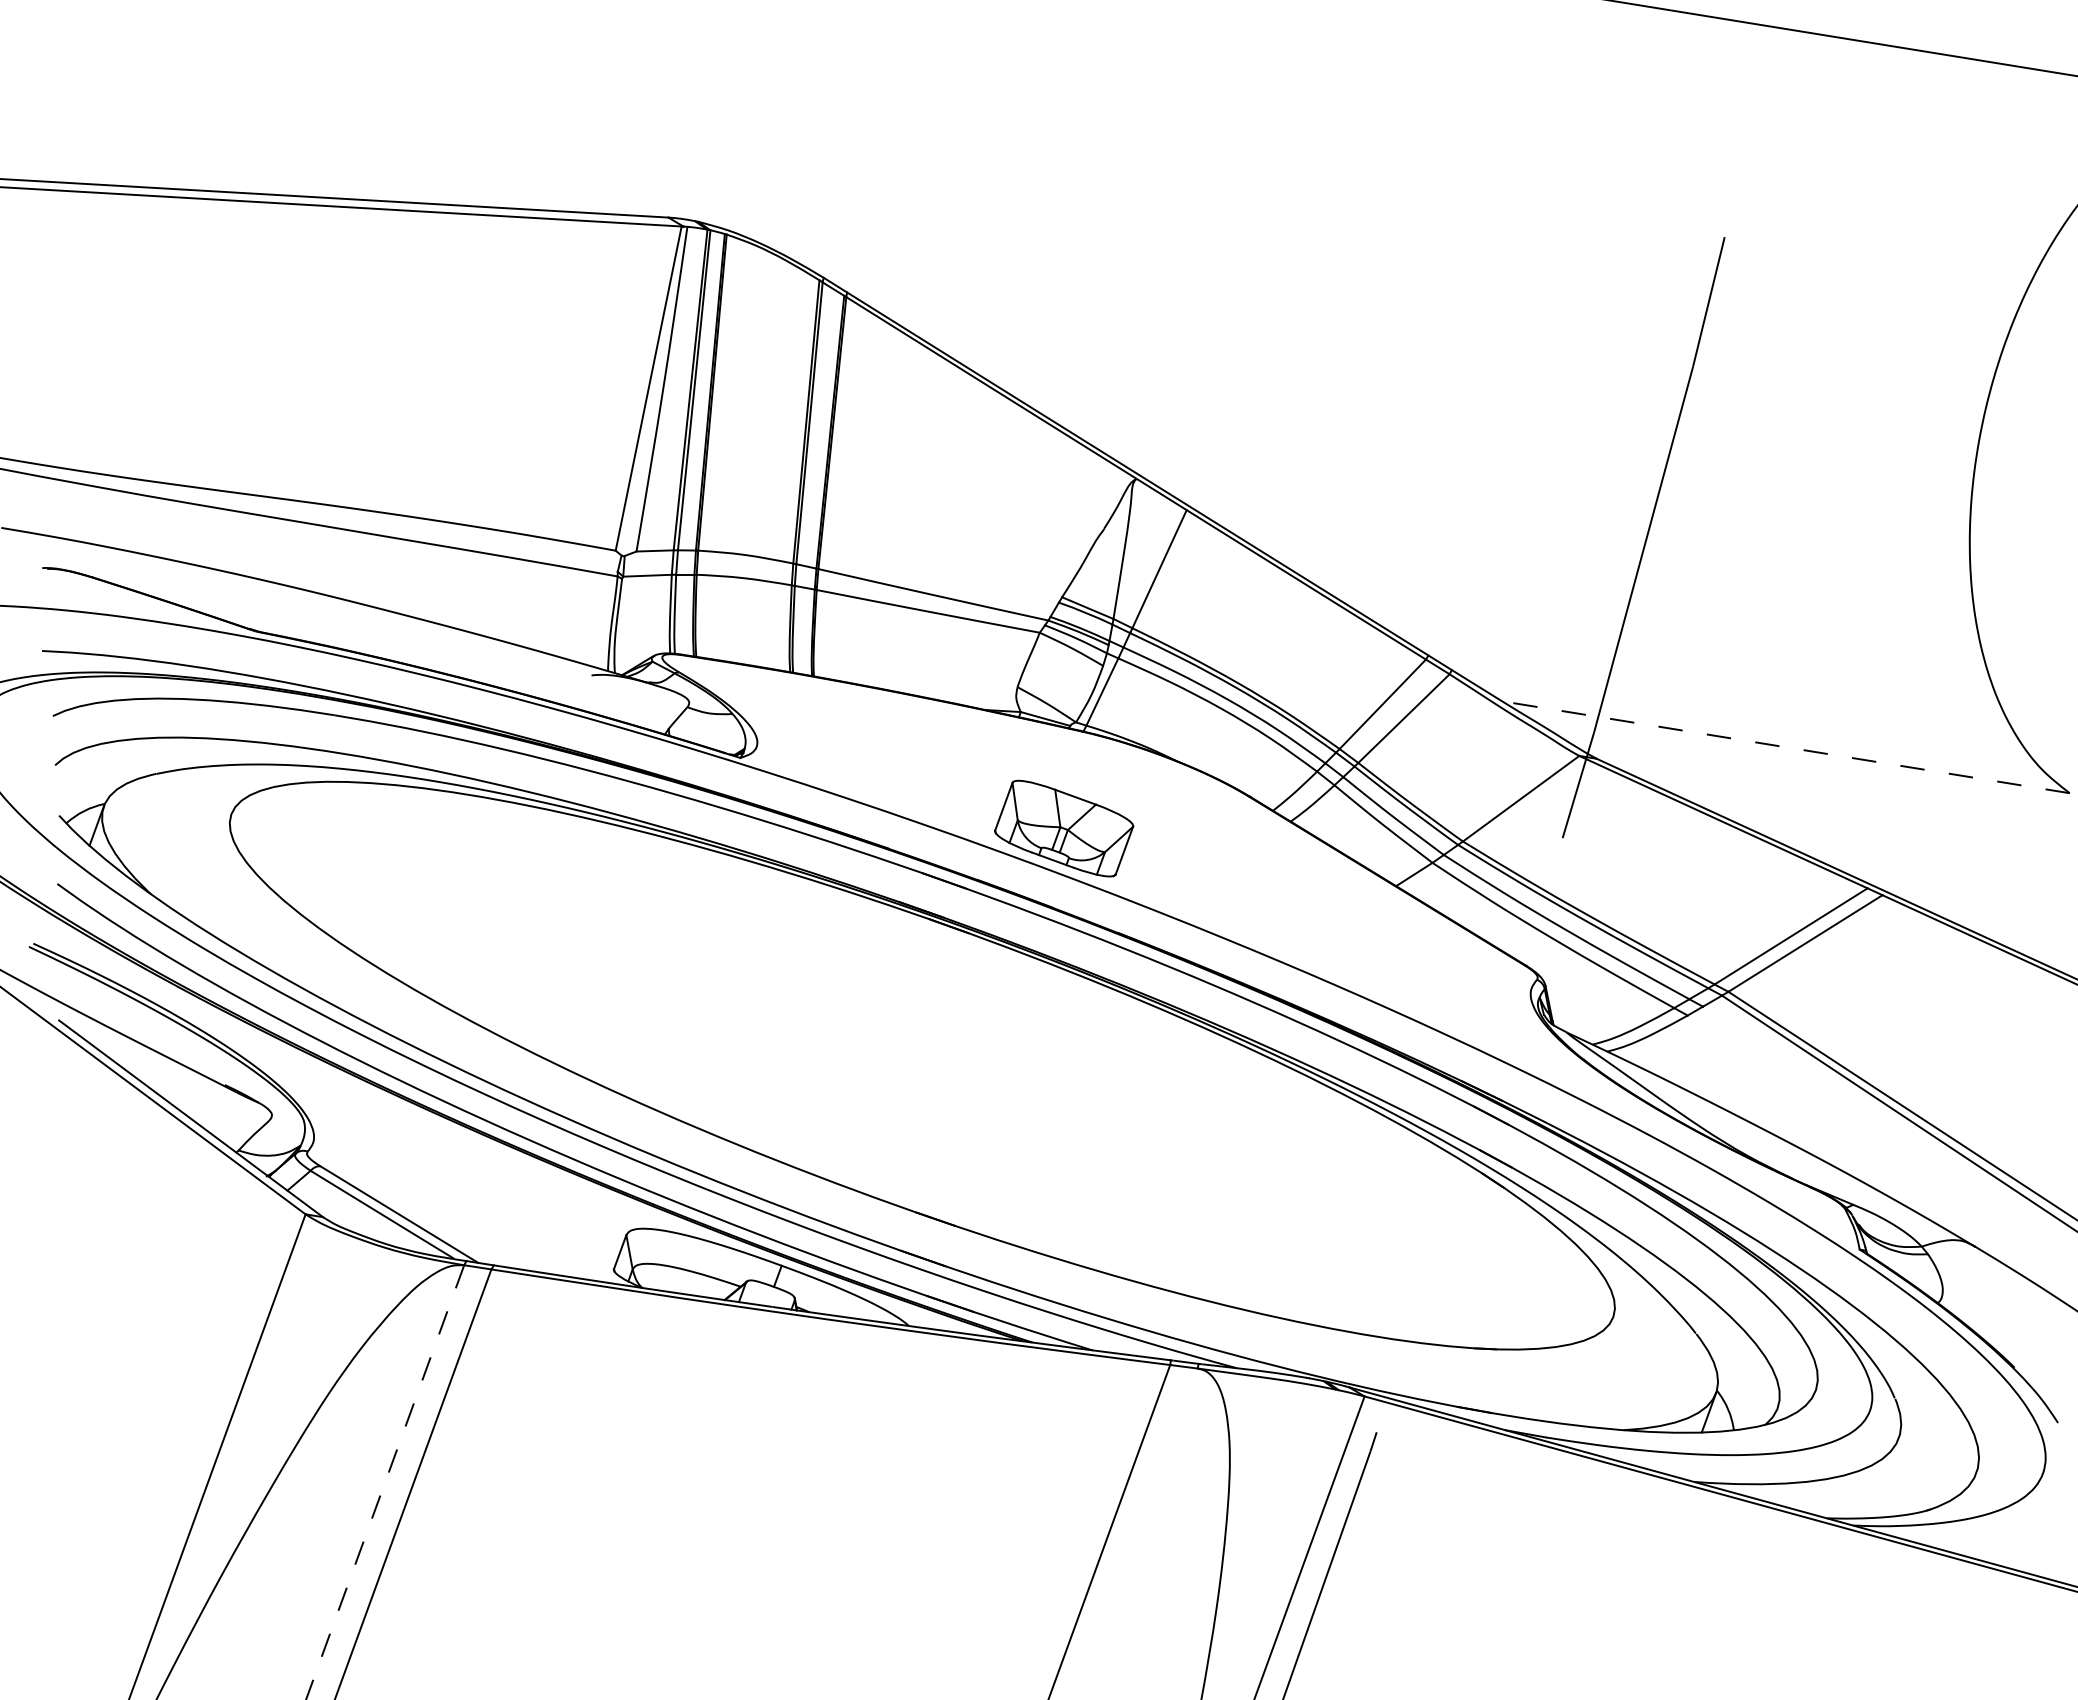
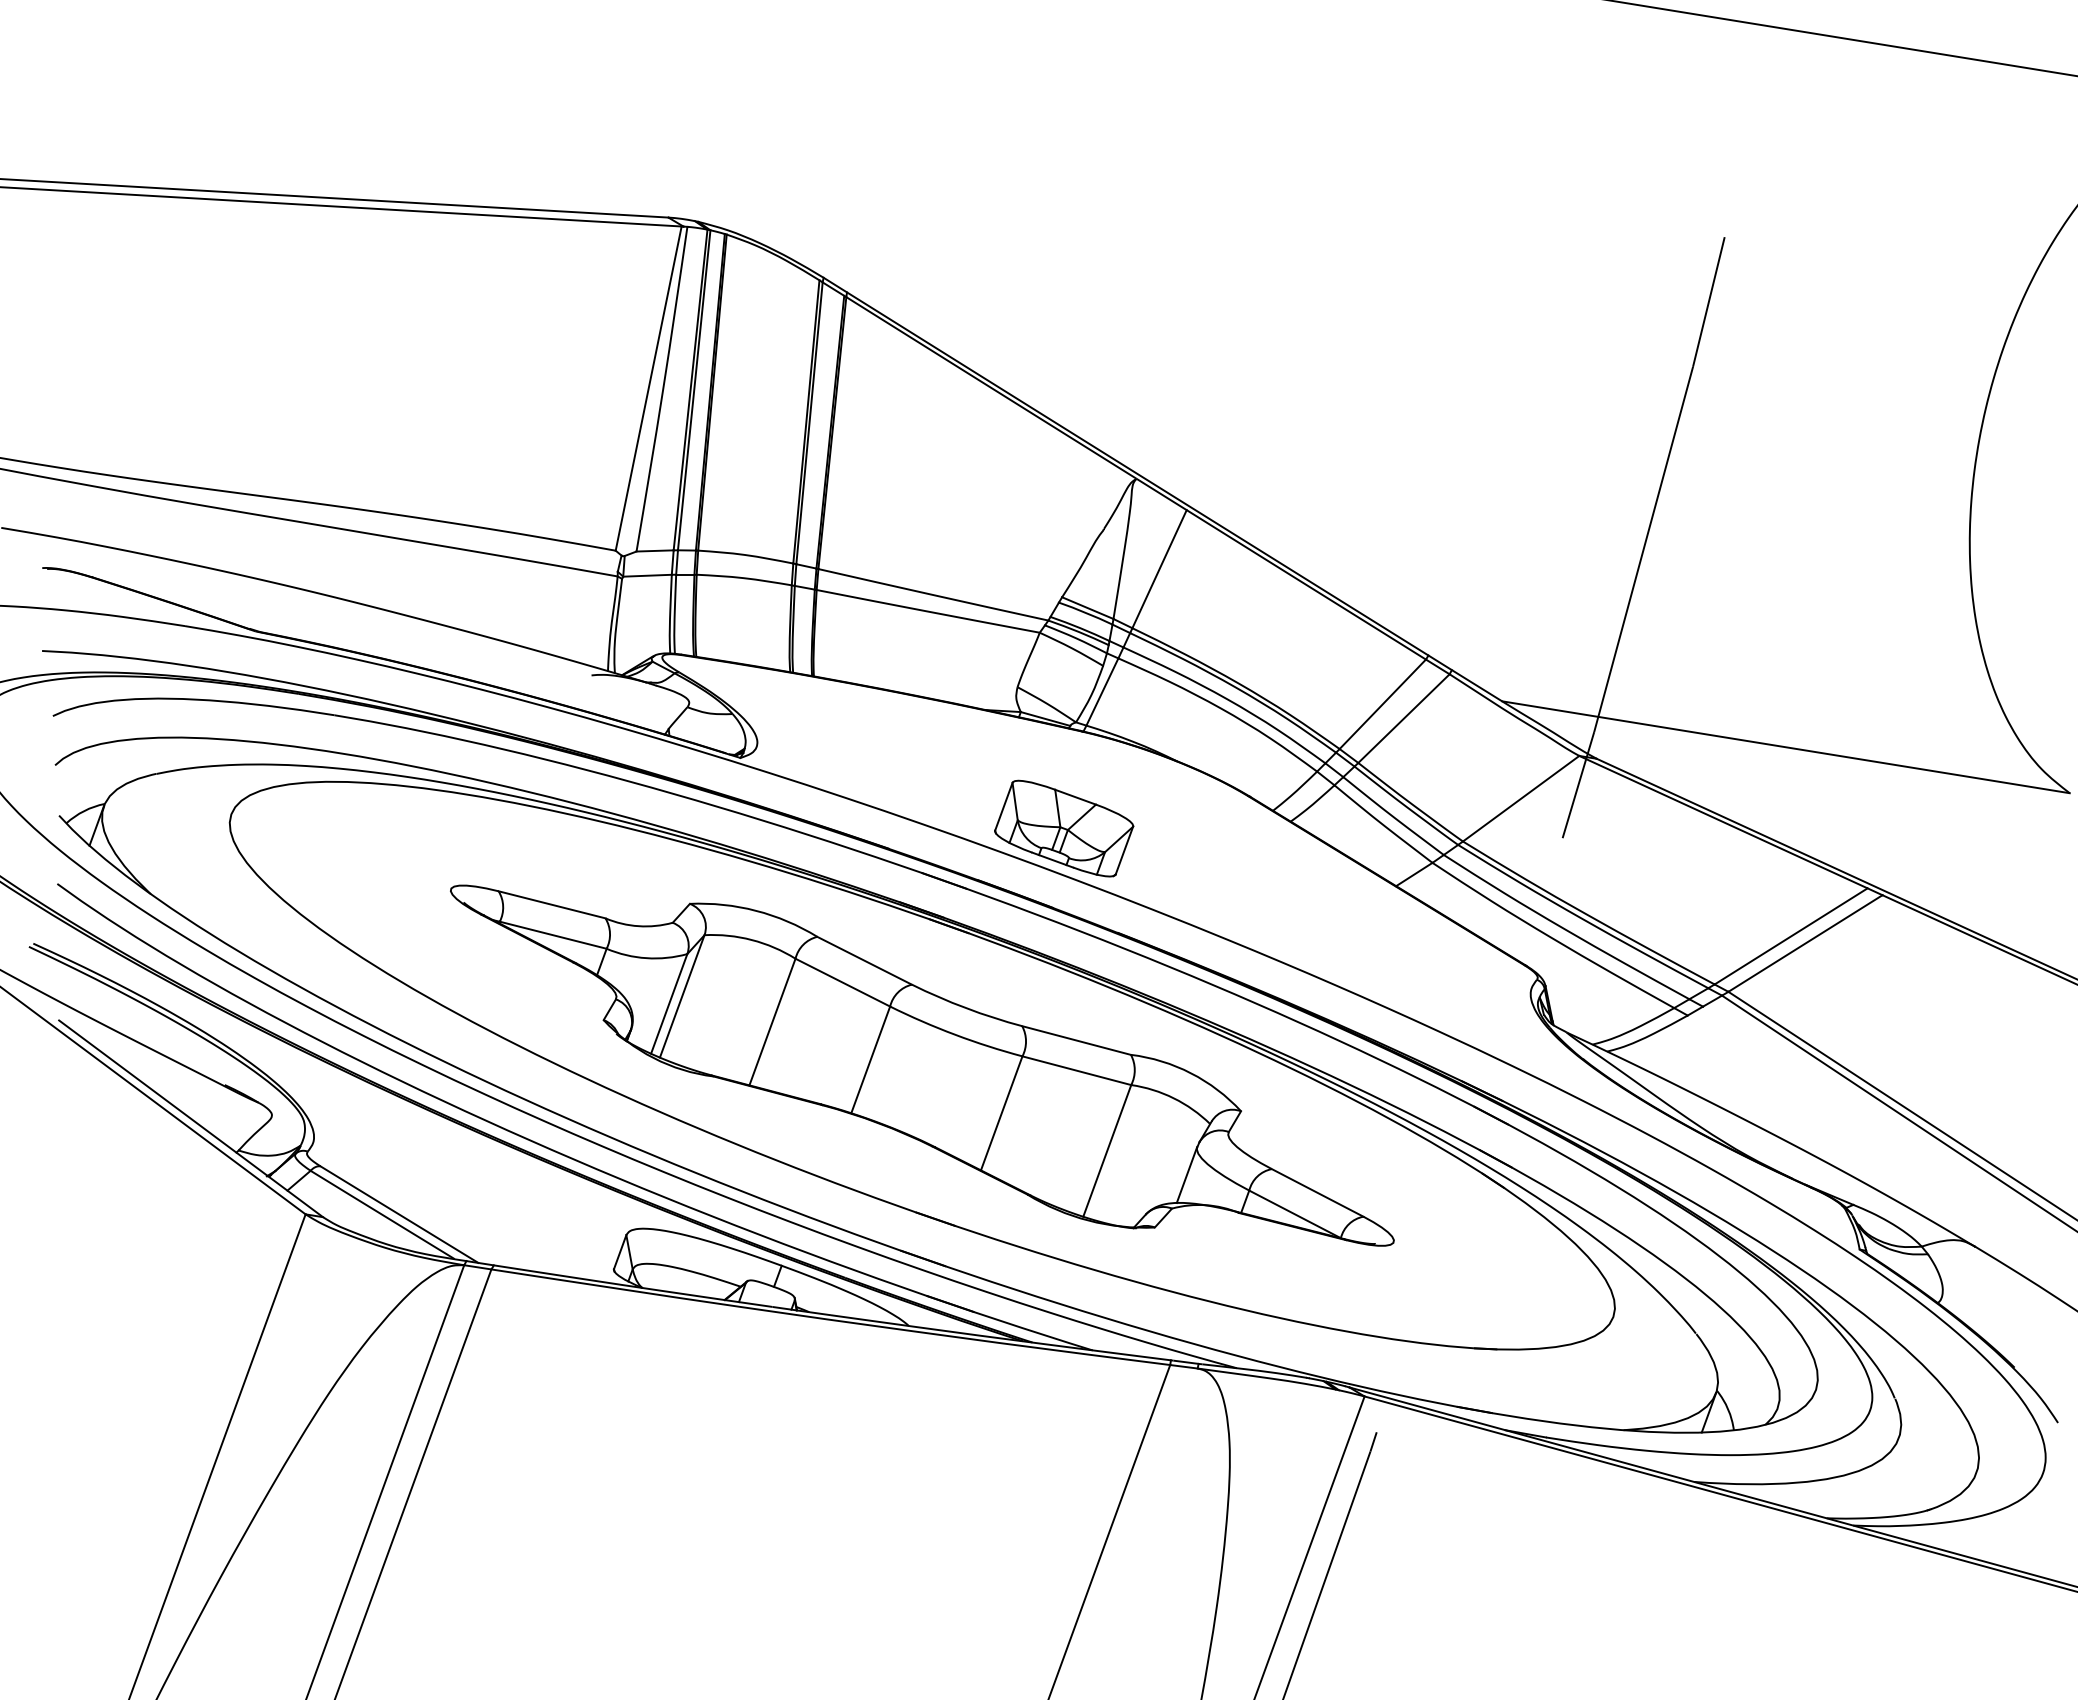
line at (1785, 747): dashed -> solid
part at (922, 1065): none -> present
line at (384, 1482): dashed -> solid
